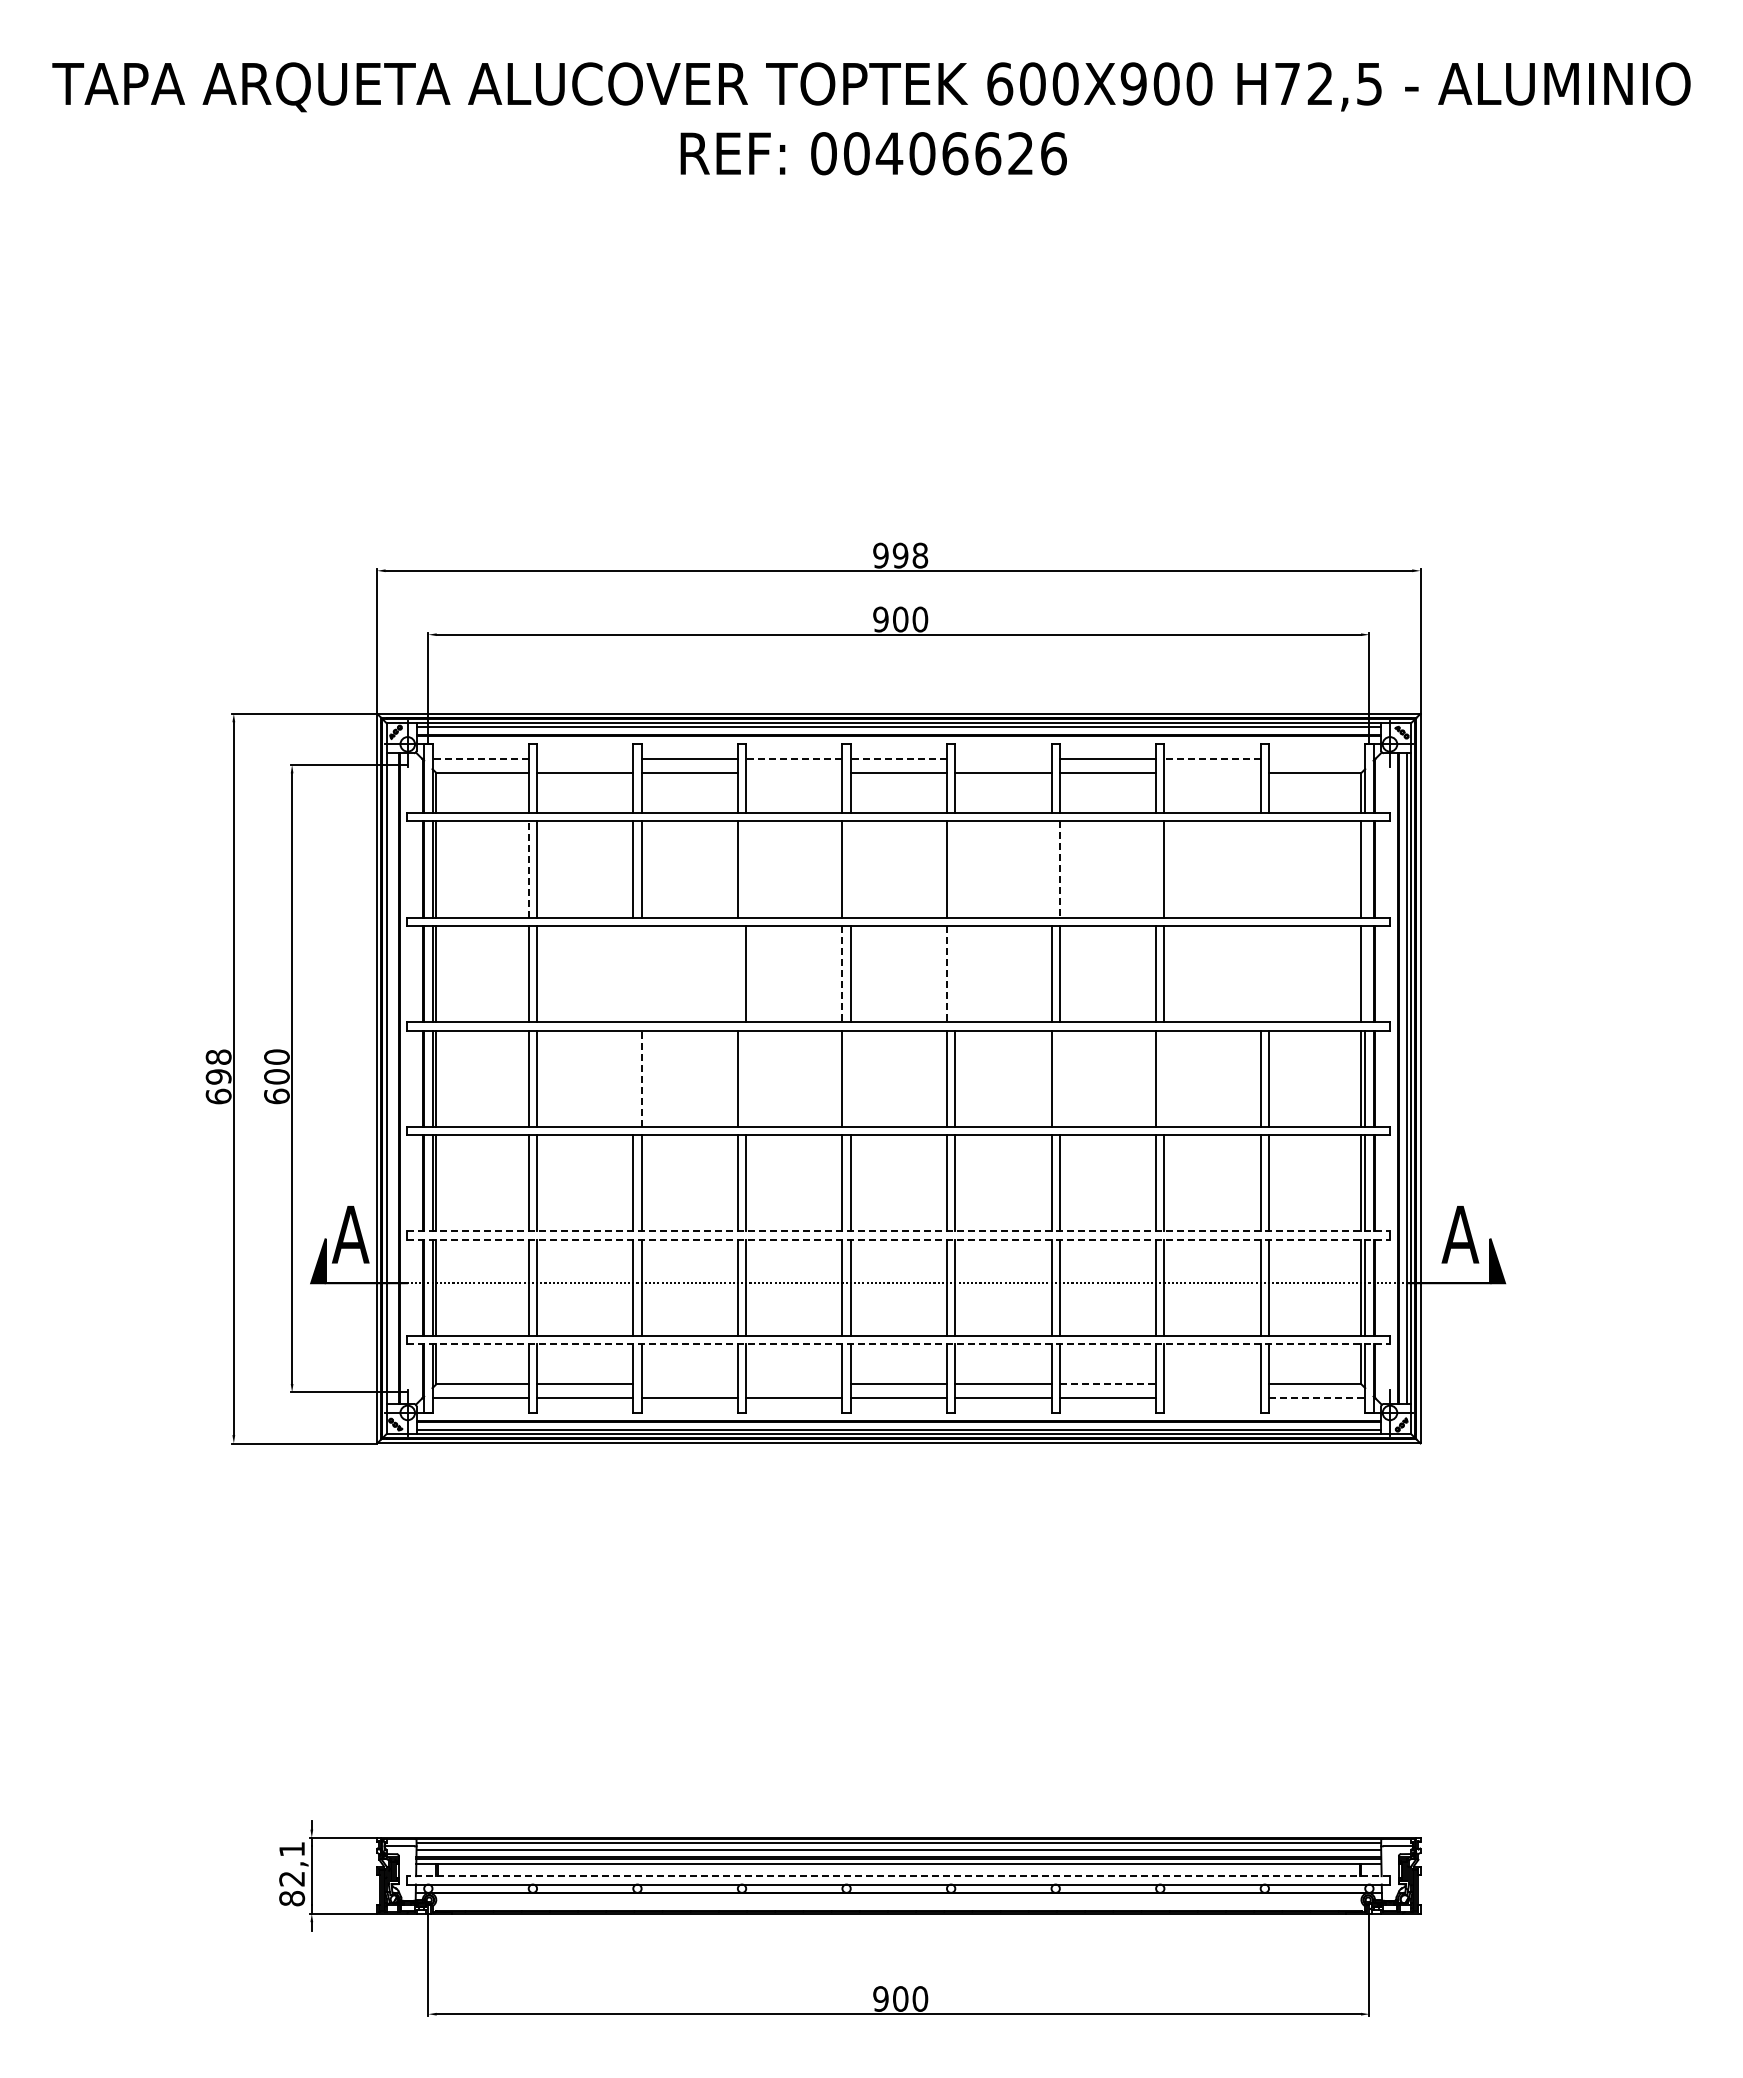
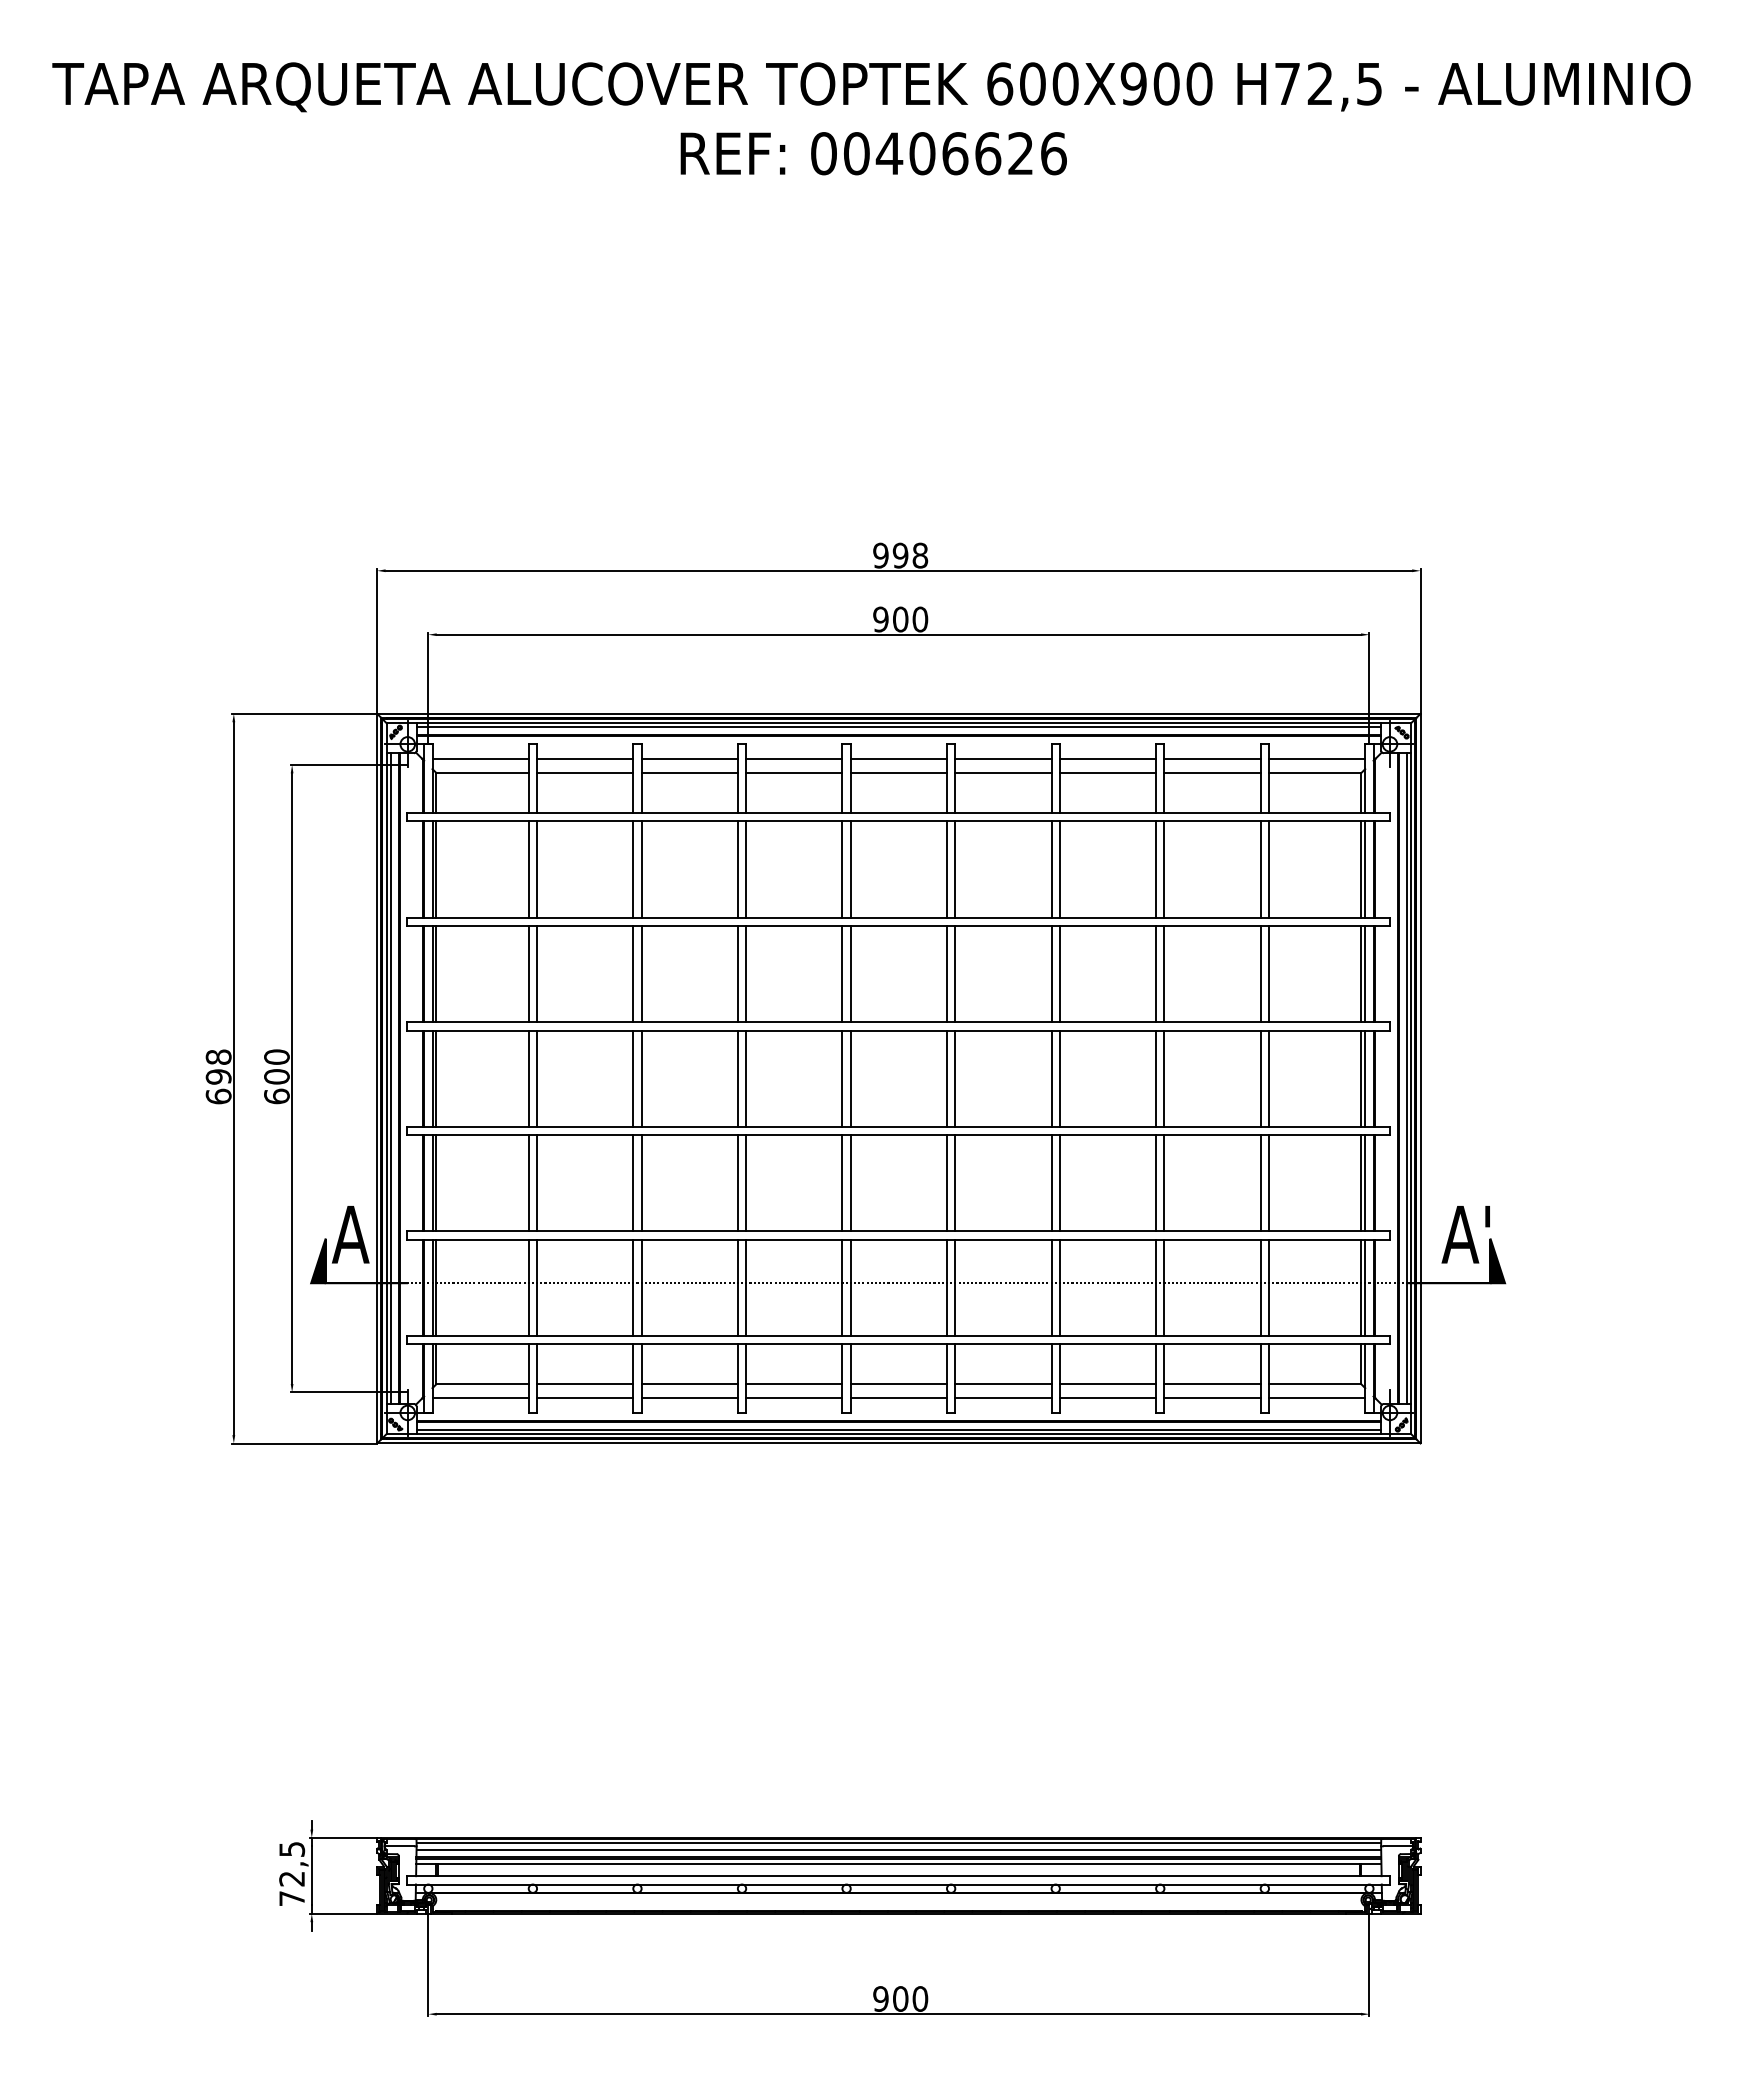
line at (480, 759): dashed -> solid
line at (585, 759): none -> present
line at (793, 759): dashed -> solid
line at (898, 759): dashed -> solid
line at (1003, 759): none -> present
line at (1212, 759): dashed -> solid
line at (1317, 759): none -> present
line at (794, 772): none -> present
line at (1212, 772): none -> present
line at (528, 869): dashed -> solid
line at (746, 869): none -> present
line at (850, 869): none -> present
line at (955, 869): none -> present
line at (1051, 869): none -> present
line at (1156, 869): none -> present
line at (1260, 869): none -> present
line at (1269, 869): none -> present
line at (1365, 869): none -> present
line at (1059, 870): dashed -> solid
line at (633, 973): none -> present
line at (641, 973): none -> present
line at (737, 973): none -> present
line at (955, 973): none -> present
line at (1260, 973): none -> present
line at (1269, 973): none -> present
line at (1365, 973): none -> present
line at (842, 974): dashed -> solid
line at (946, 974): dashed -> solid
line at (390, 1078): none -> present
line at (633, 1078): none -> present
line at (641, 1078): dashed -> solid
line at (746, 1078): none -> present
line at (850, 1078): none -> present
line at (1059, 1078): none -> present
line at (1164, 1078): none -> present
text at (1487, 1216): A -> A'
line at (899, 1231): dashed -> solid
line at (899, 1239): dashed -> solid
line at (899, 1344): dashed -> solid
line at (689, 1384): none -> present
line at (794, 1384): none -> present
line at (1108, 1384): dashed -> solid
line at (1212, 1384): none -> present
line at (1212, 1397): none -> present
line at (1317, 1397): dashed -> solid
text at (292, 1874): 82,1 -> 72,5
line at (898, 1876): dashed -> solid
